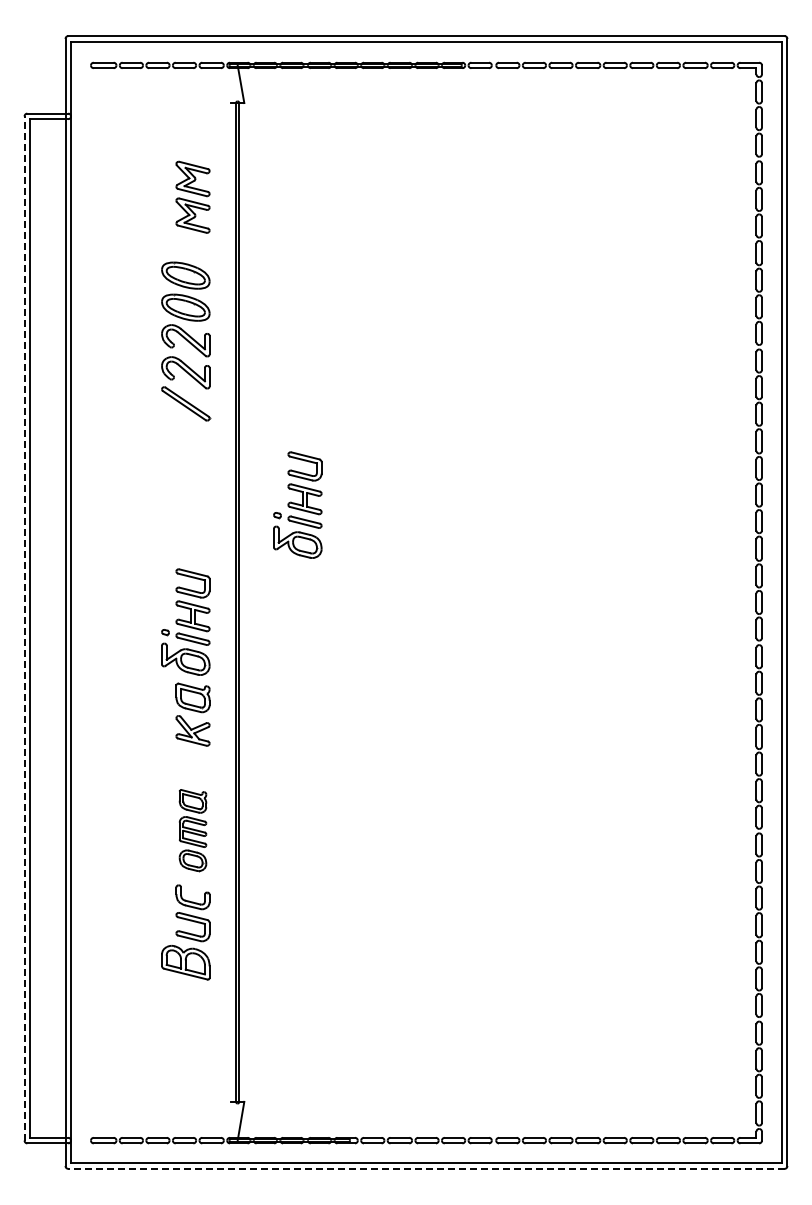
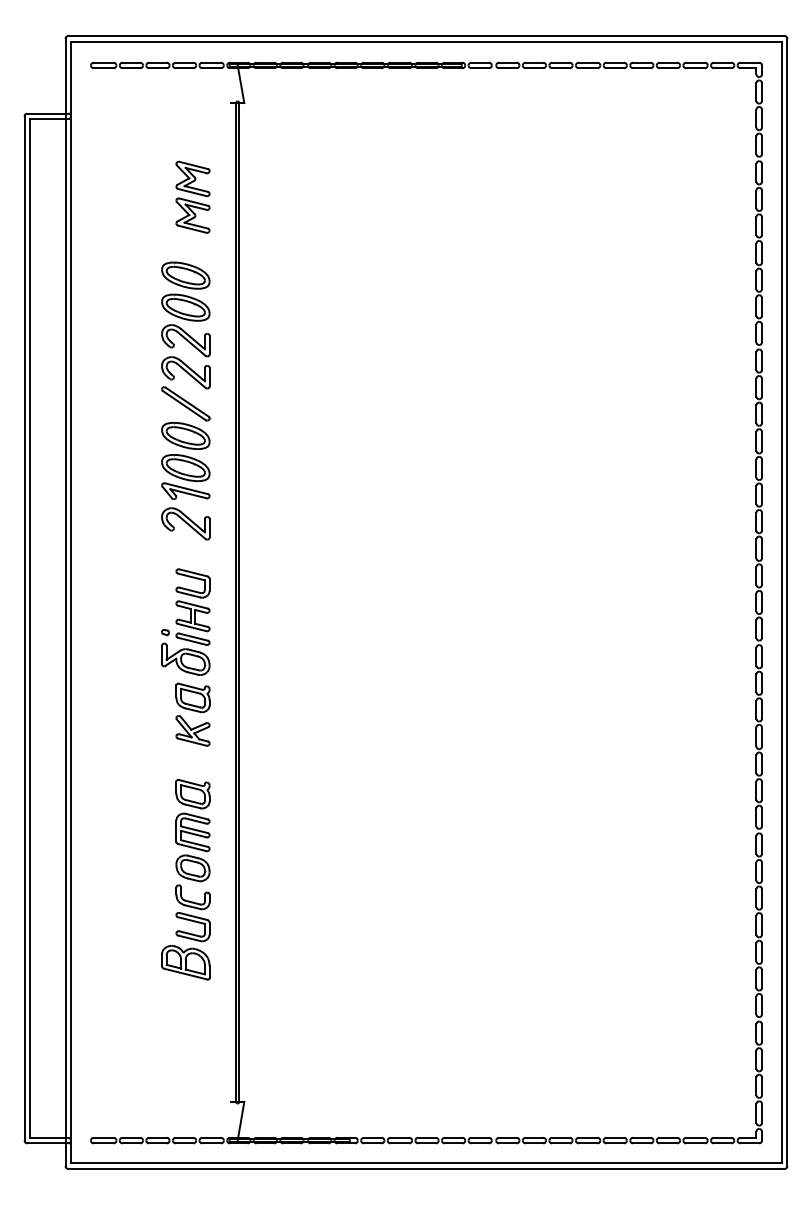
part at (185, 481): none -> present
part at (297, 504): present -> none
line at (24, 628): dashed -> solid
part at (192, 830) size: 30x84 px -> 36x105 px
line at (425, 1168): dashed -> solid
